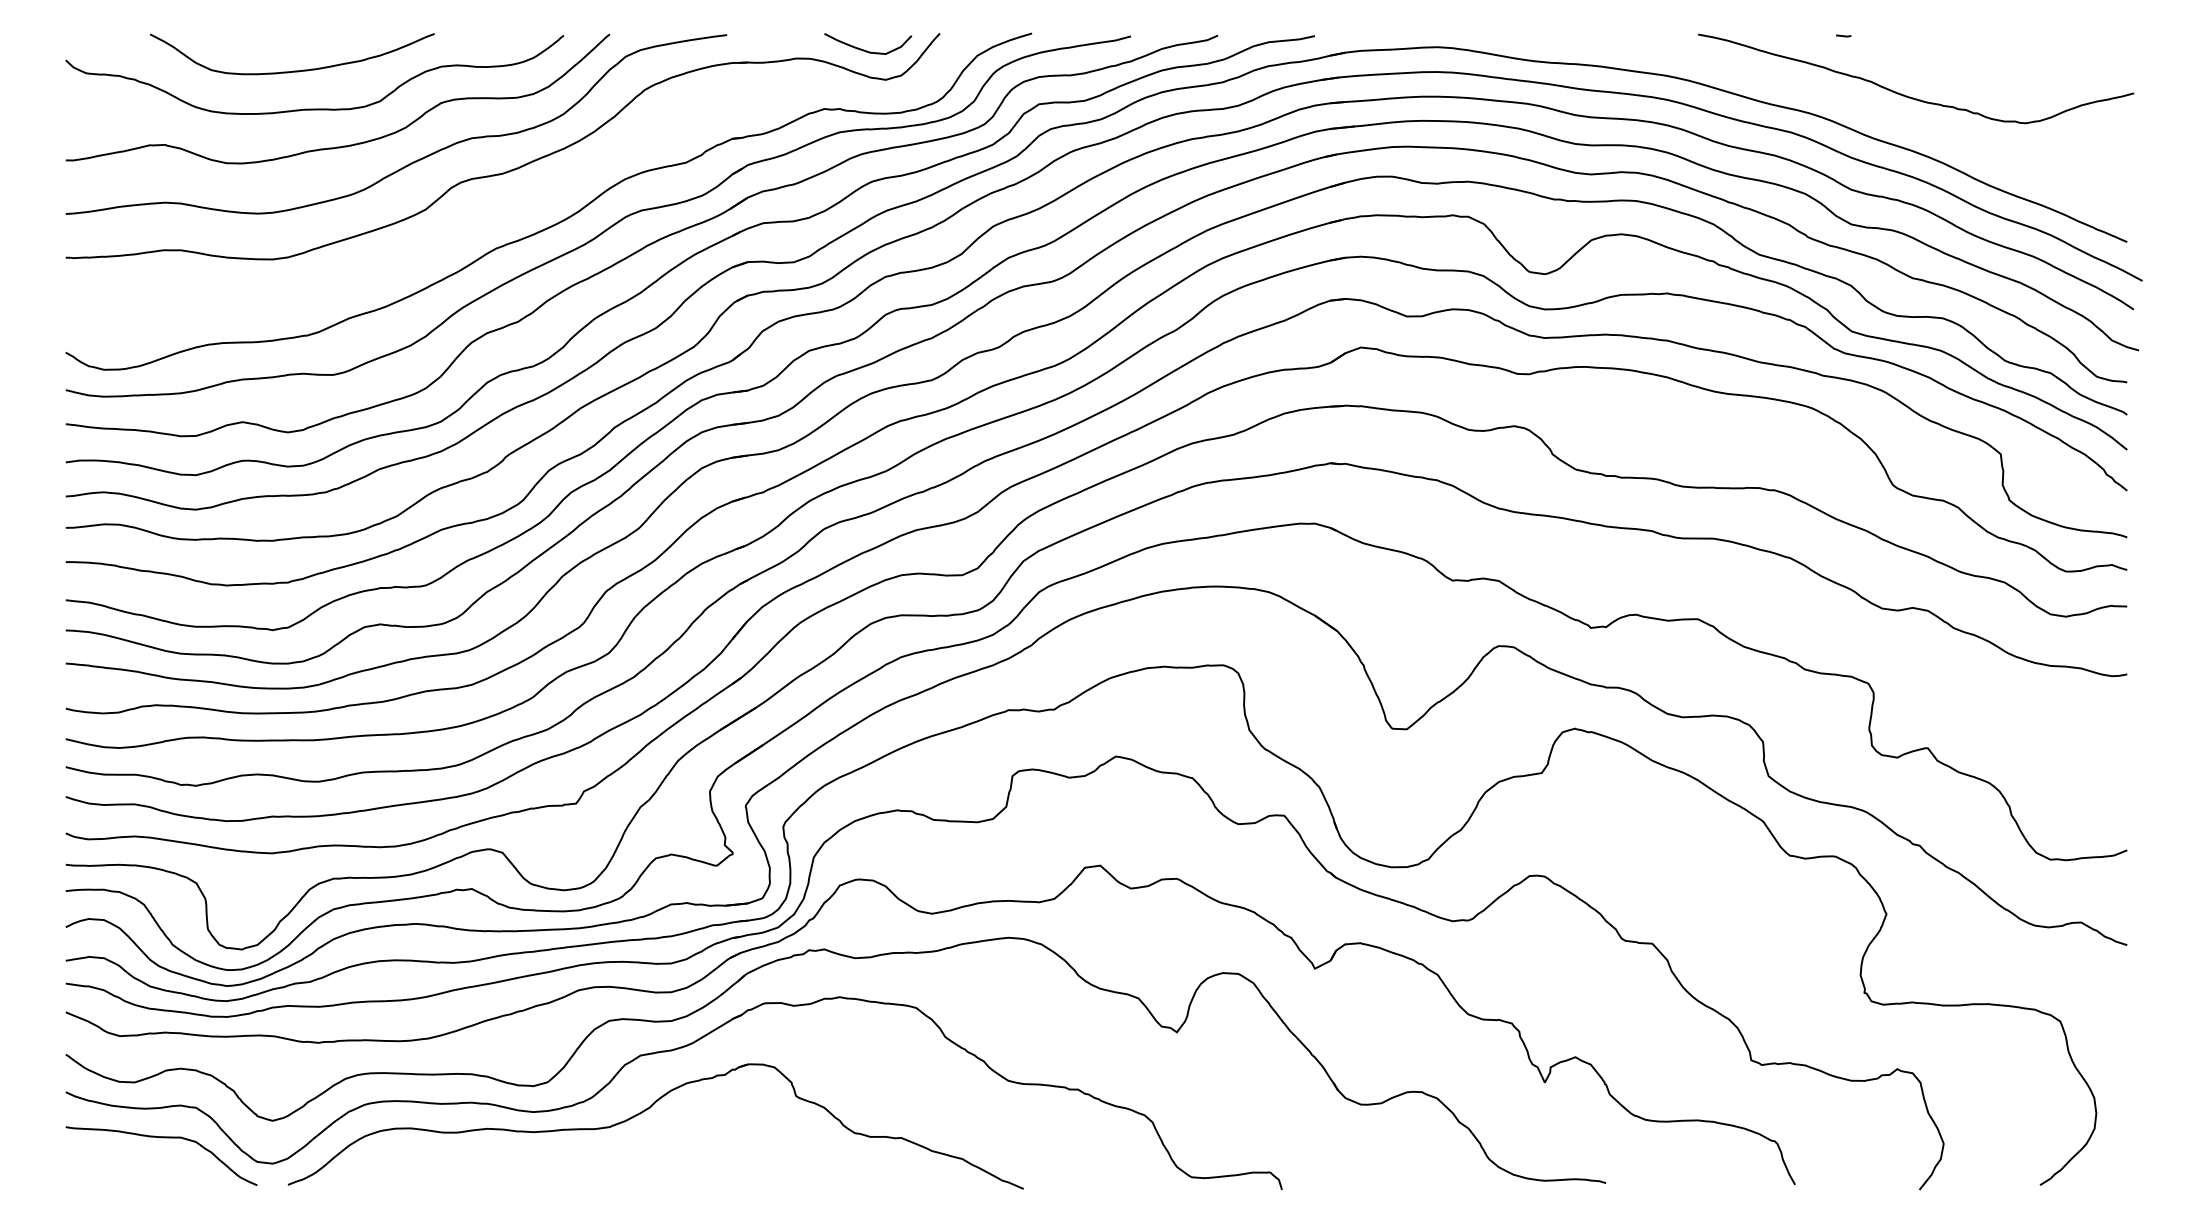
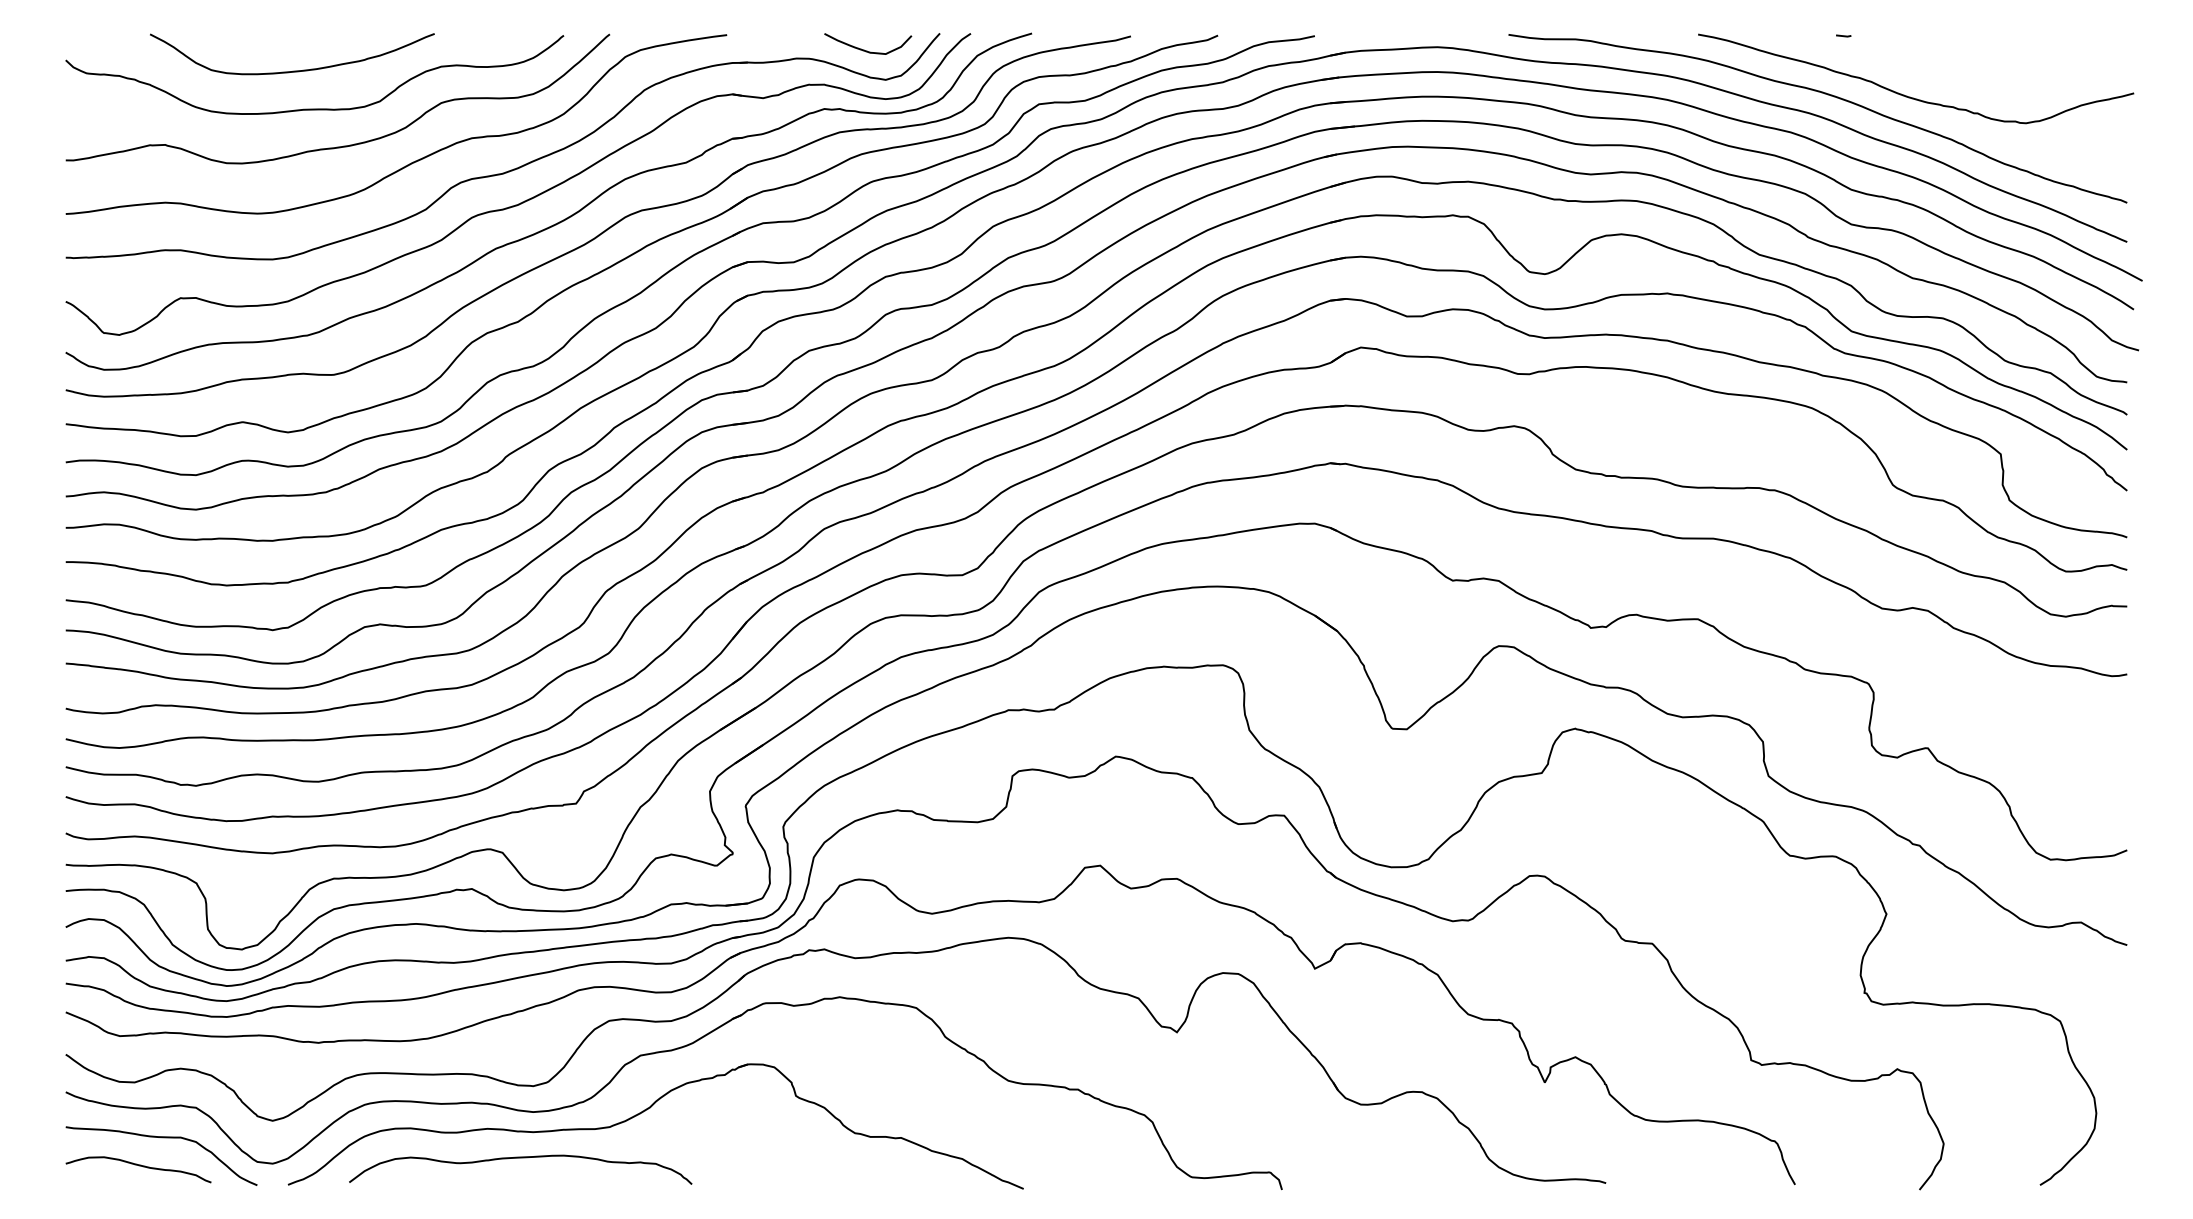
curve at (1824, 94): none -> present
part at (526, 199): none -> present
curve at (520, 1158): none -> present
curve at (139, 1166): none -> present
